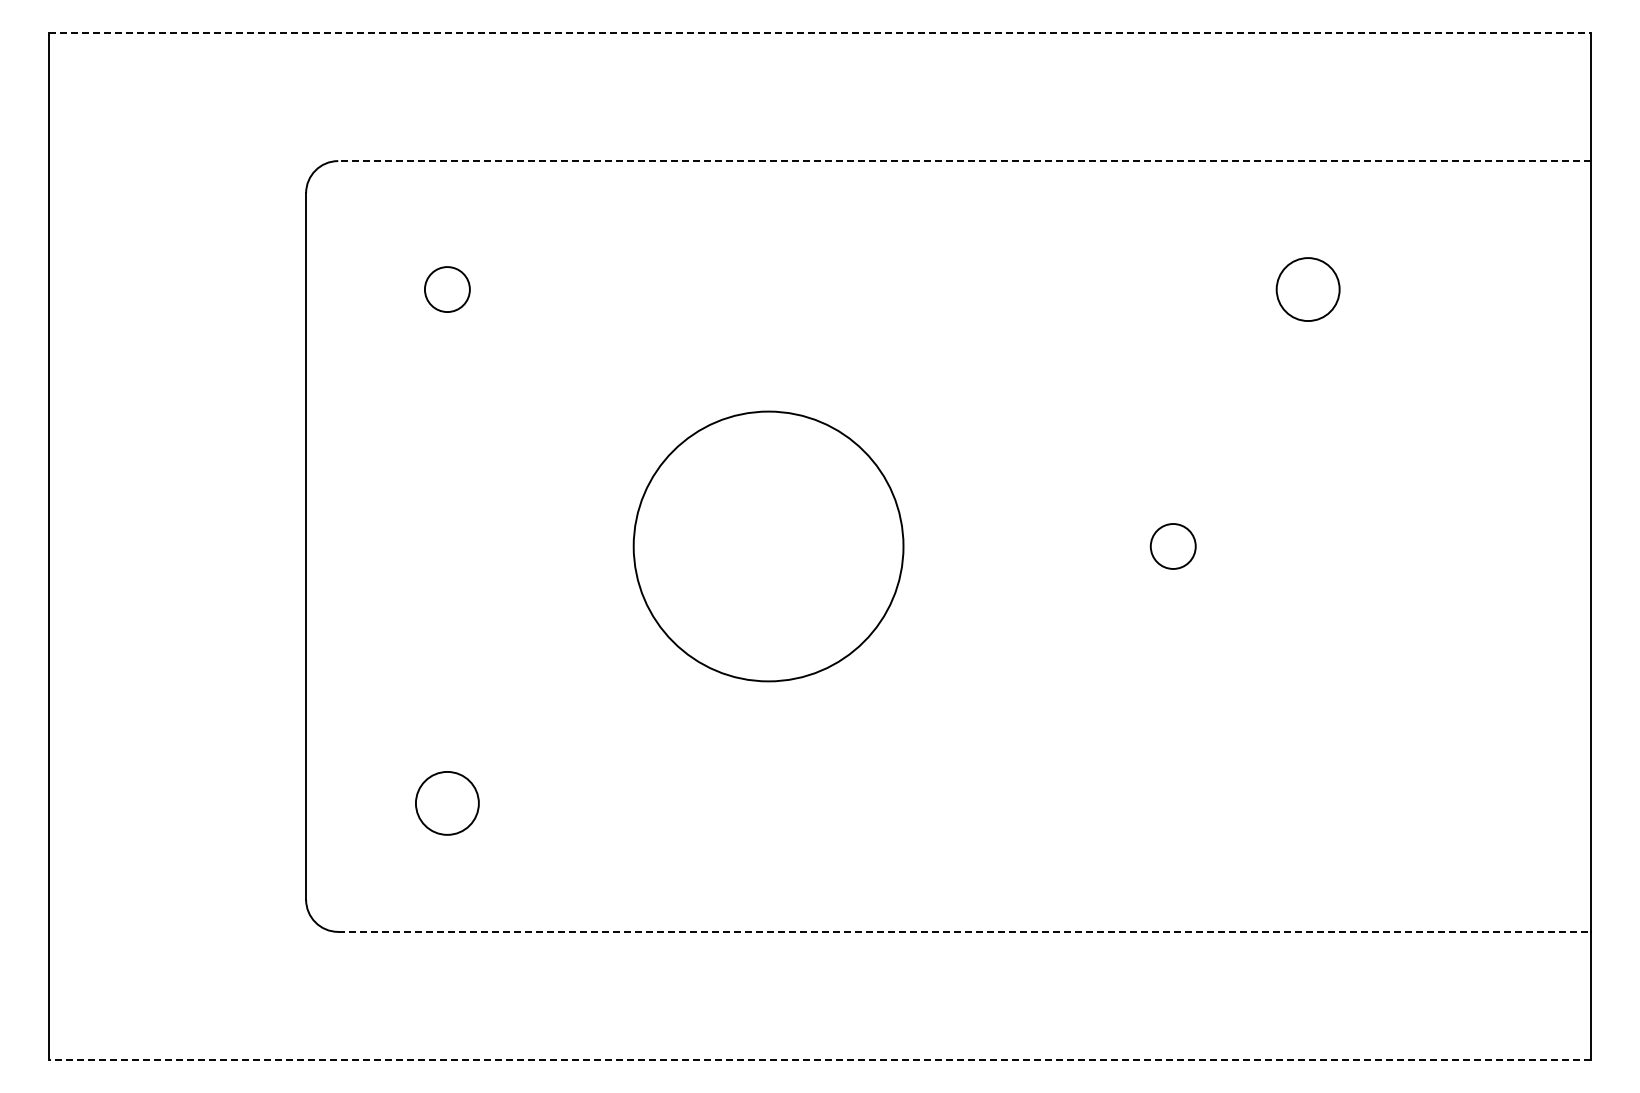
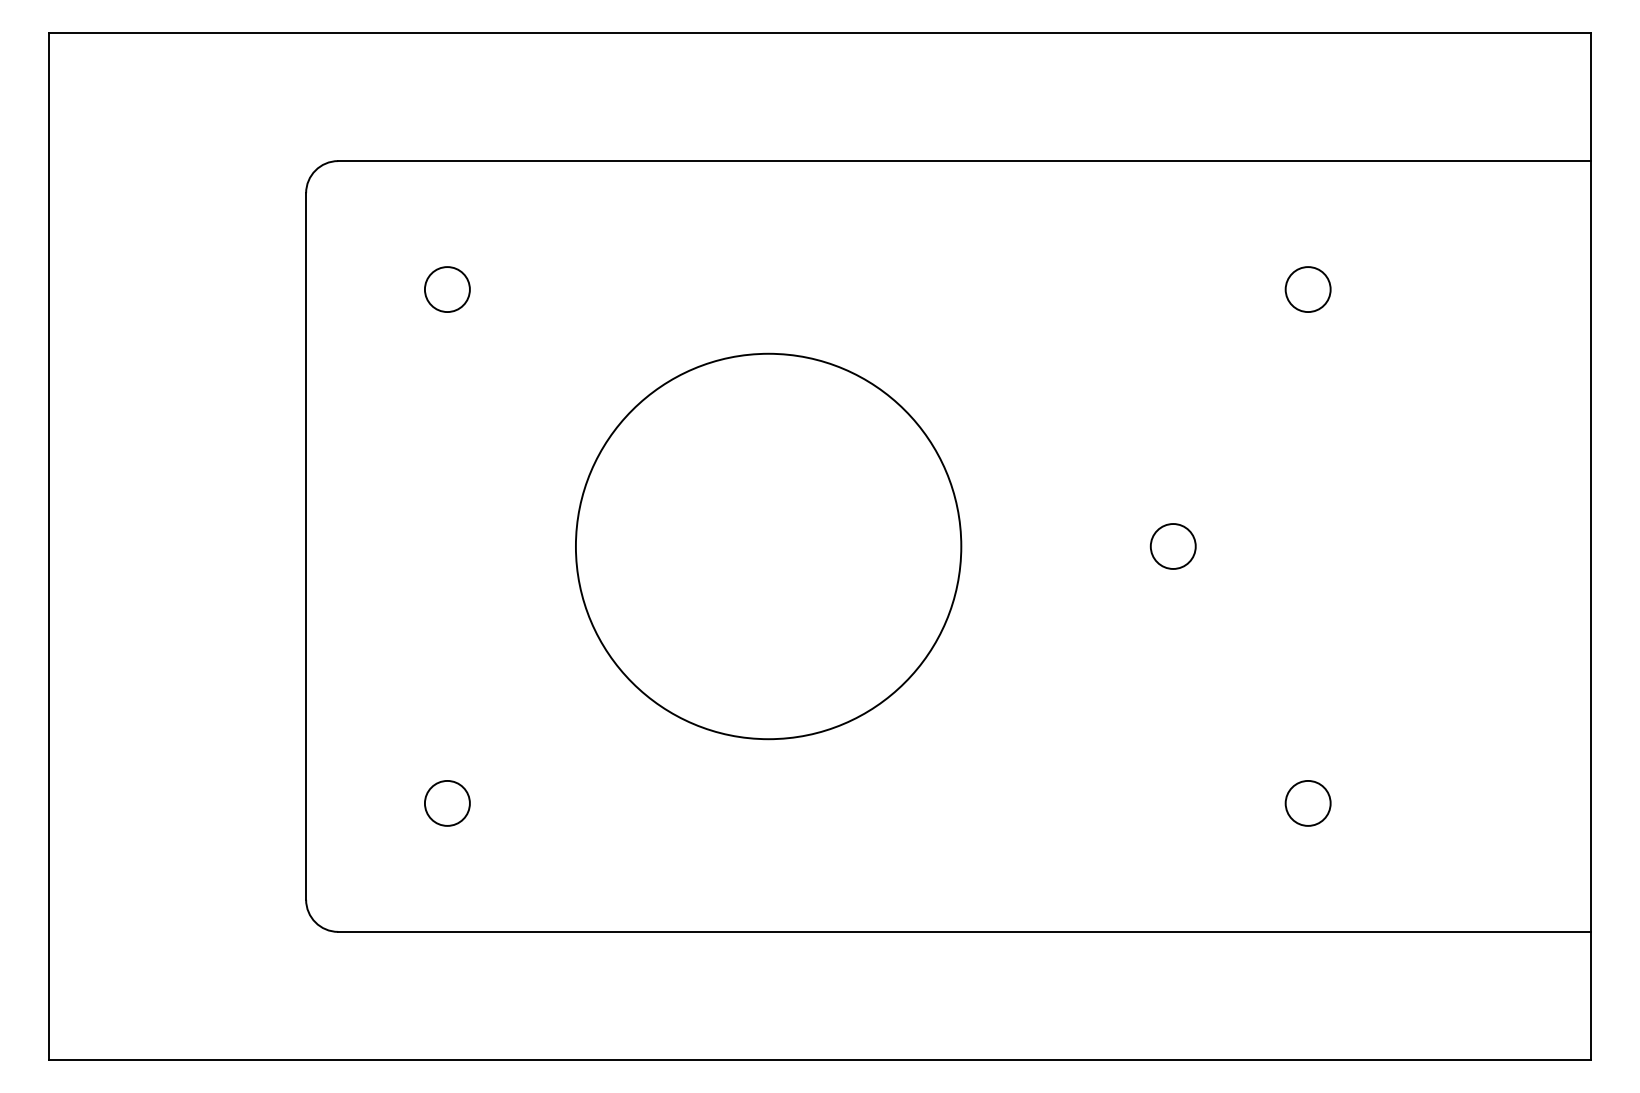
line at (820, 32): dashed -> solid
line at (964, 161): dashed -> solid
circle at (1307, 289) diameter: 63 px -> 45 px
circle at (768, 546) diameter: 270 px -> 385 px
circle at (447, 803) size: 65x65 px -> 47x47 px
circle at (1307, 803): none -> present
line at (965, 931): dashed -> solid
line at (820, 1060): dashed -> solid
